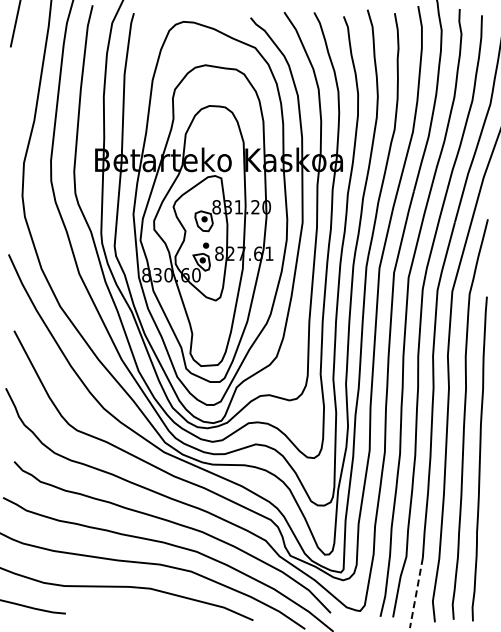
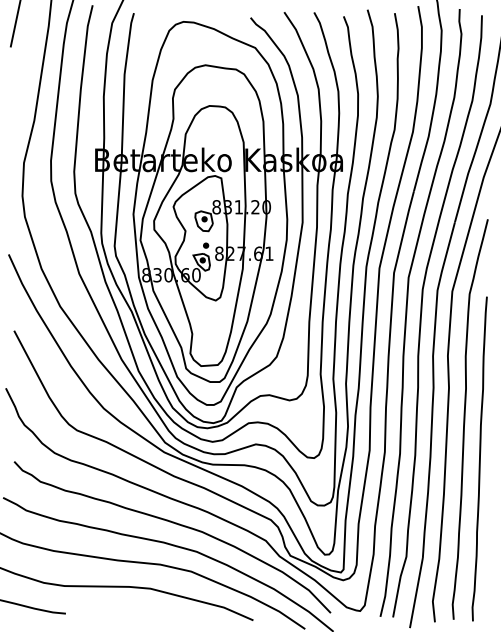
line at (416, 593): dashed -> solid
